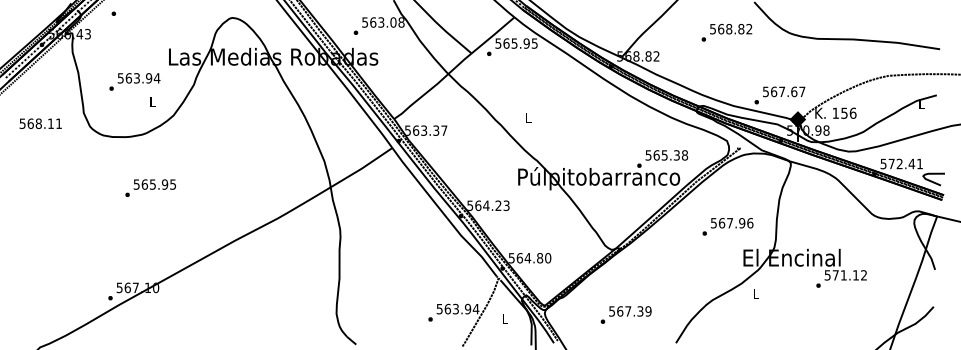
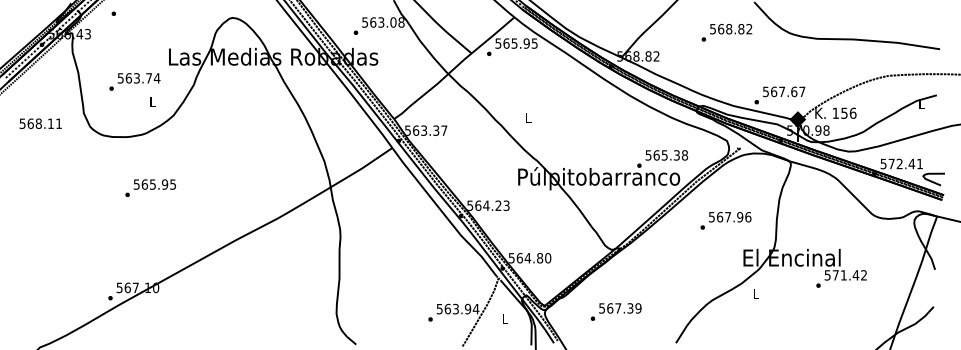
text at (149, 78): 563.94 -> 563.74
text at (727, 226) position: (727, 226) -> (725, 220)
text at (855, 275): 571.12 -> 571.42
text at (625, 314) position: (625, 314) -> (615, 311)
